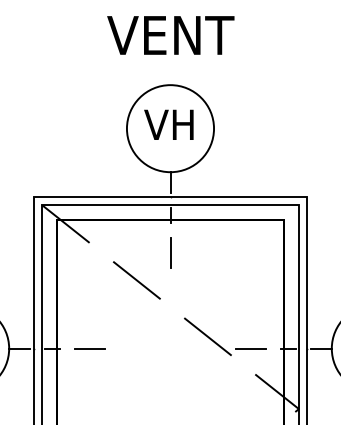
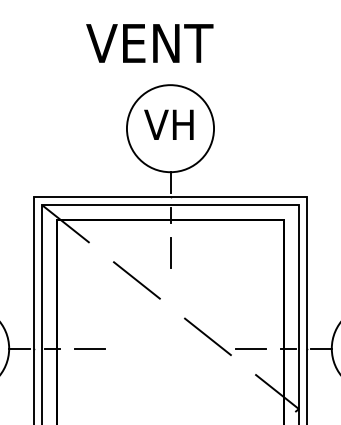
text at (170, 35) position: (170, 35) -> (149, 43)
